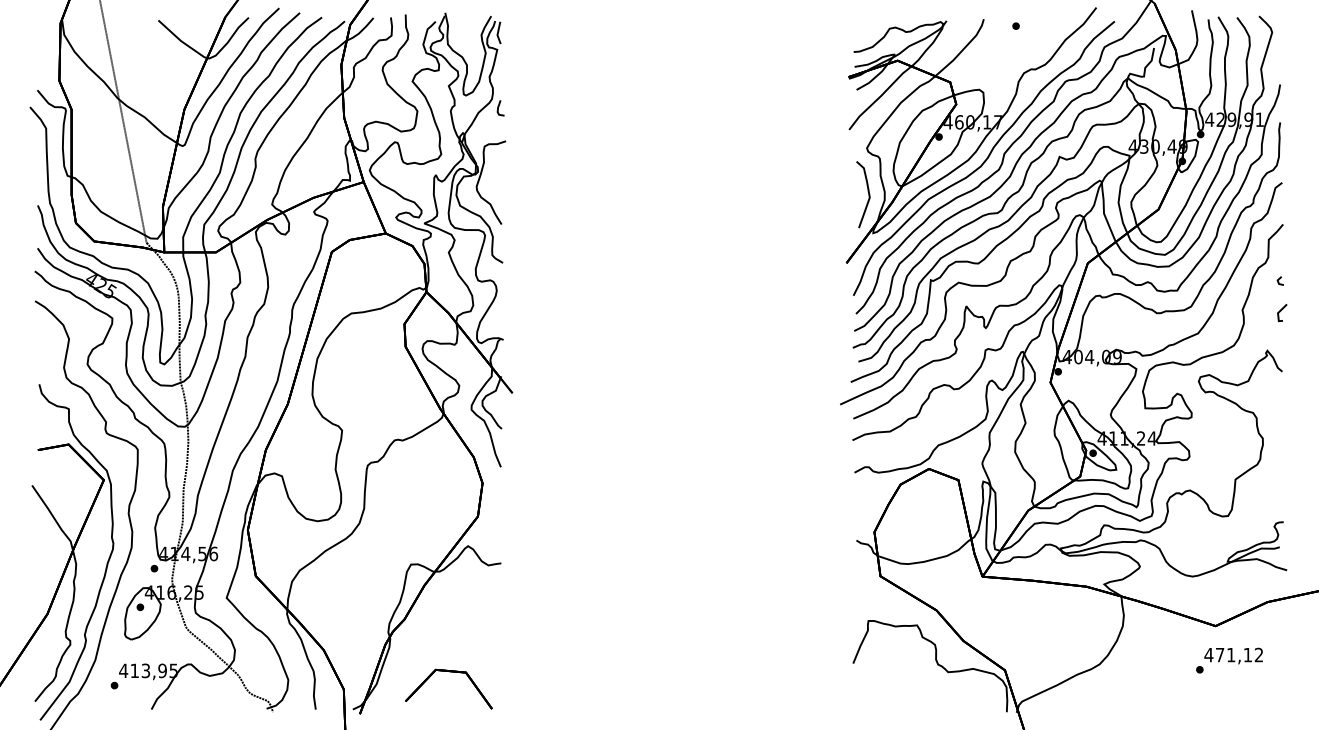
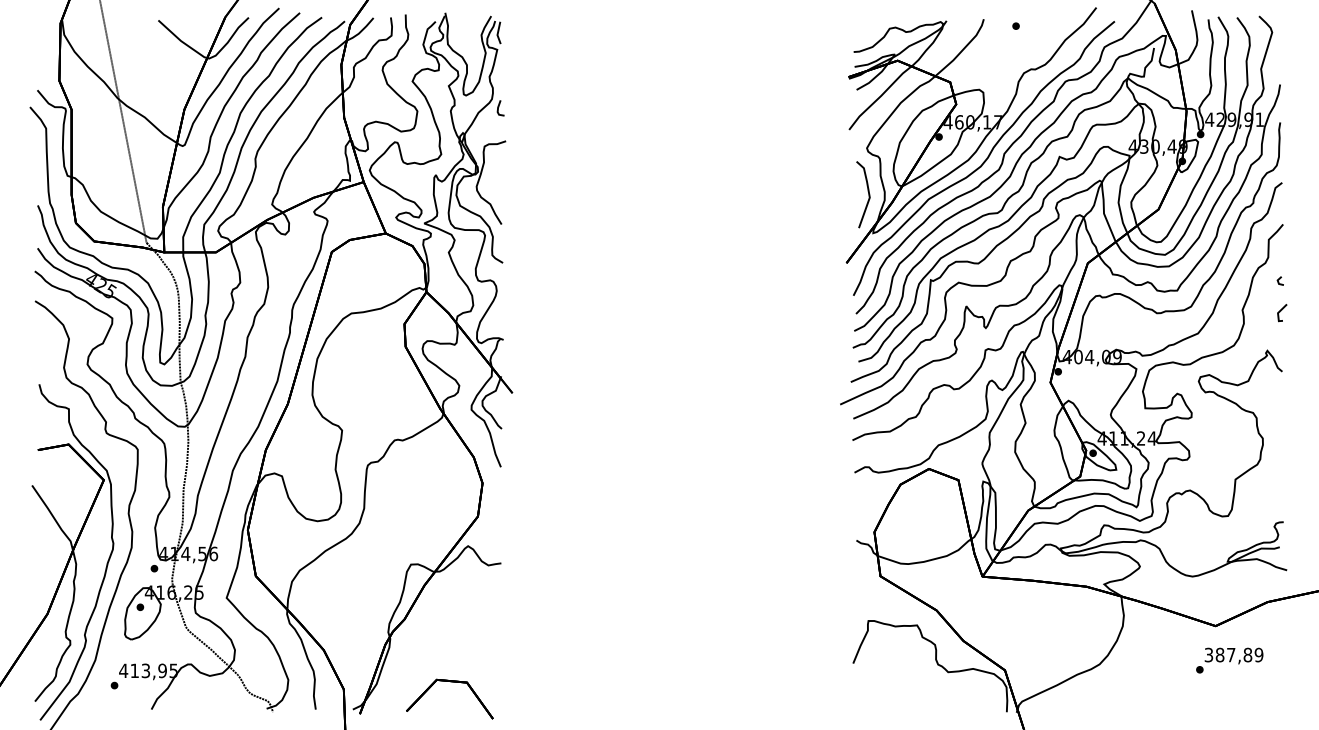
text at (1233, 654): 471,12 -> 387,89
part at (449, 672) position: (449, 672) -> (450, 682)
